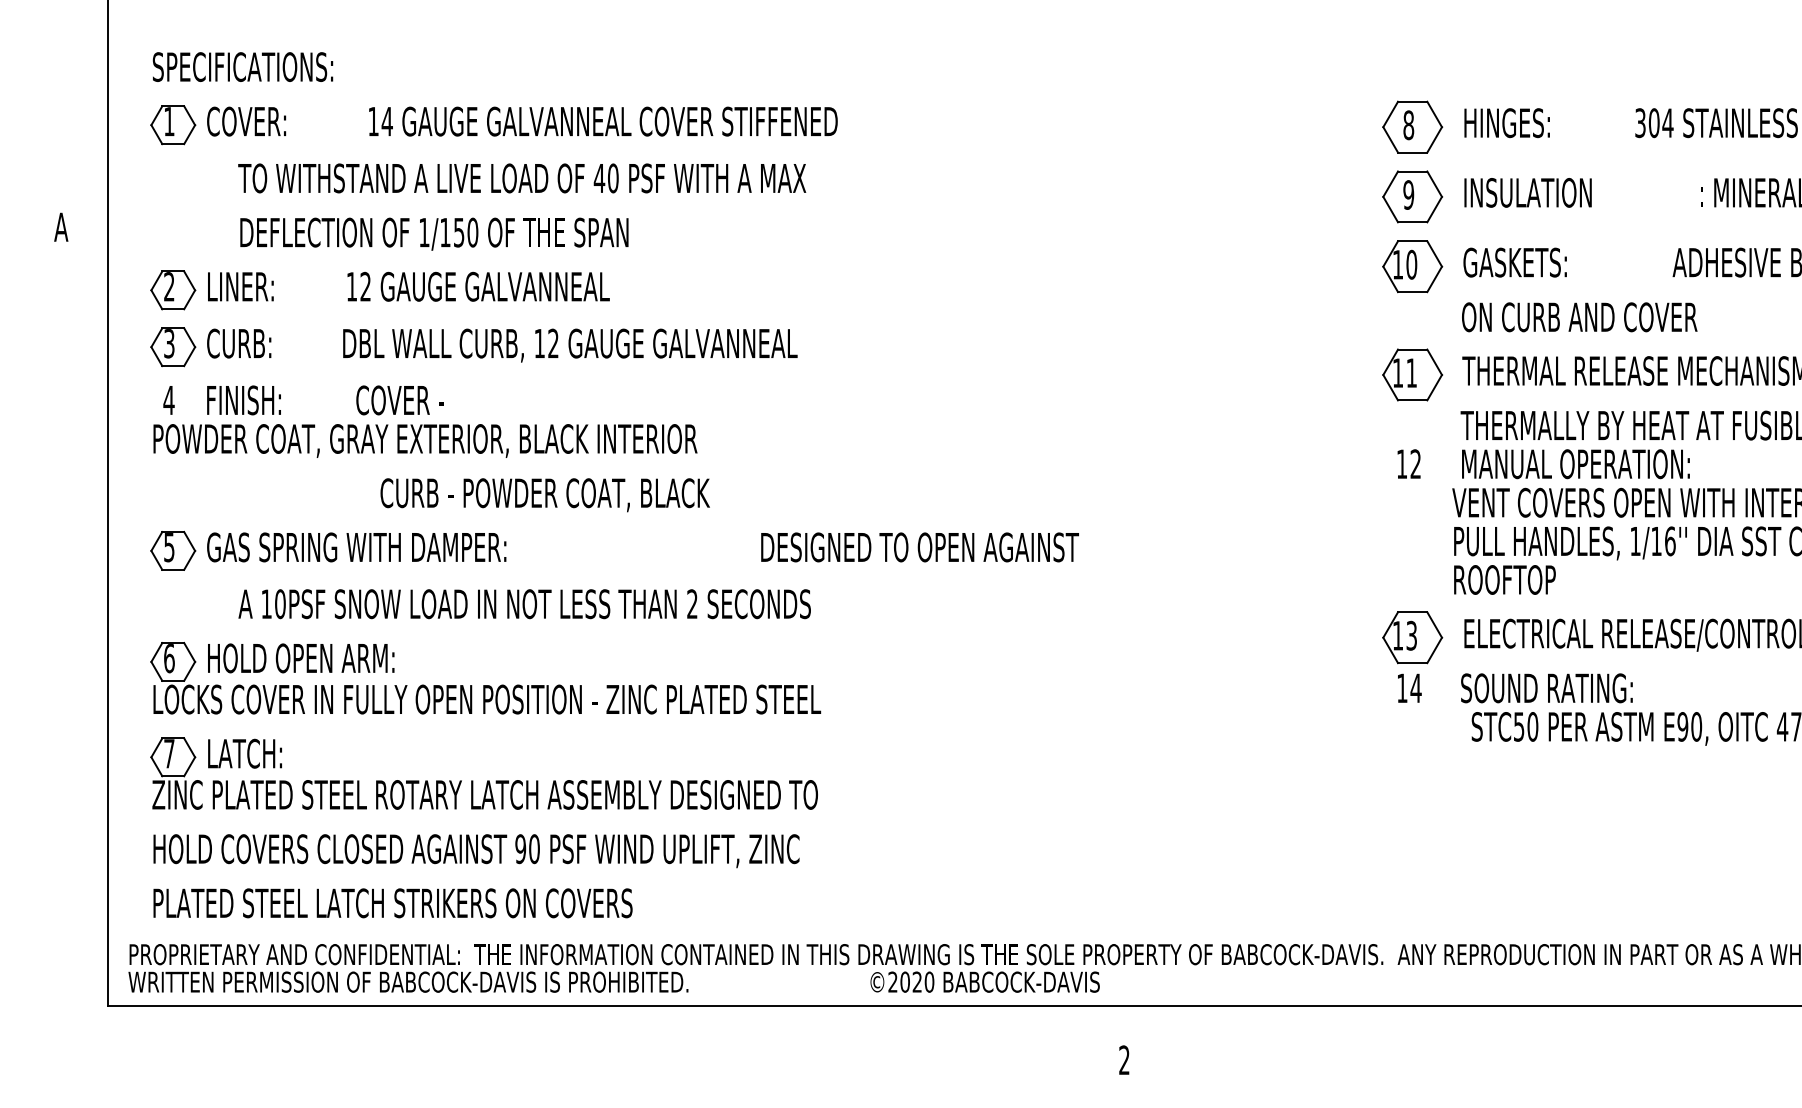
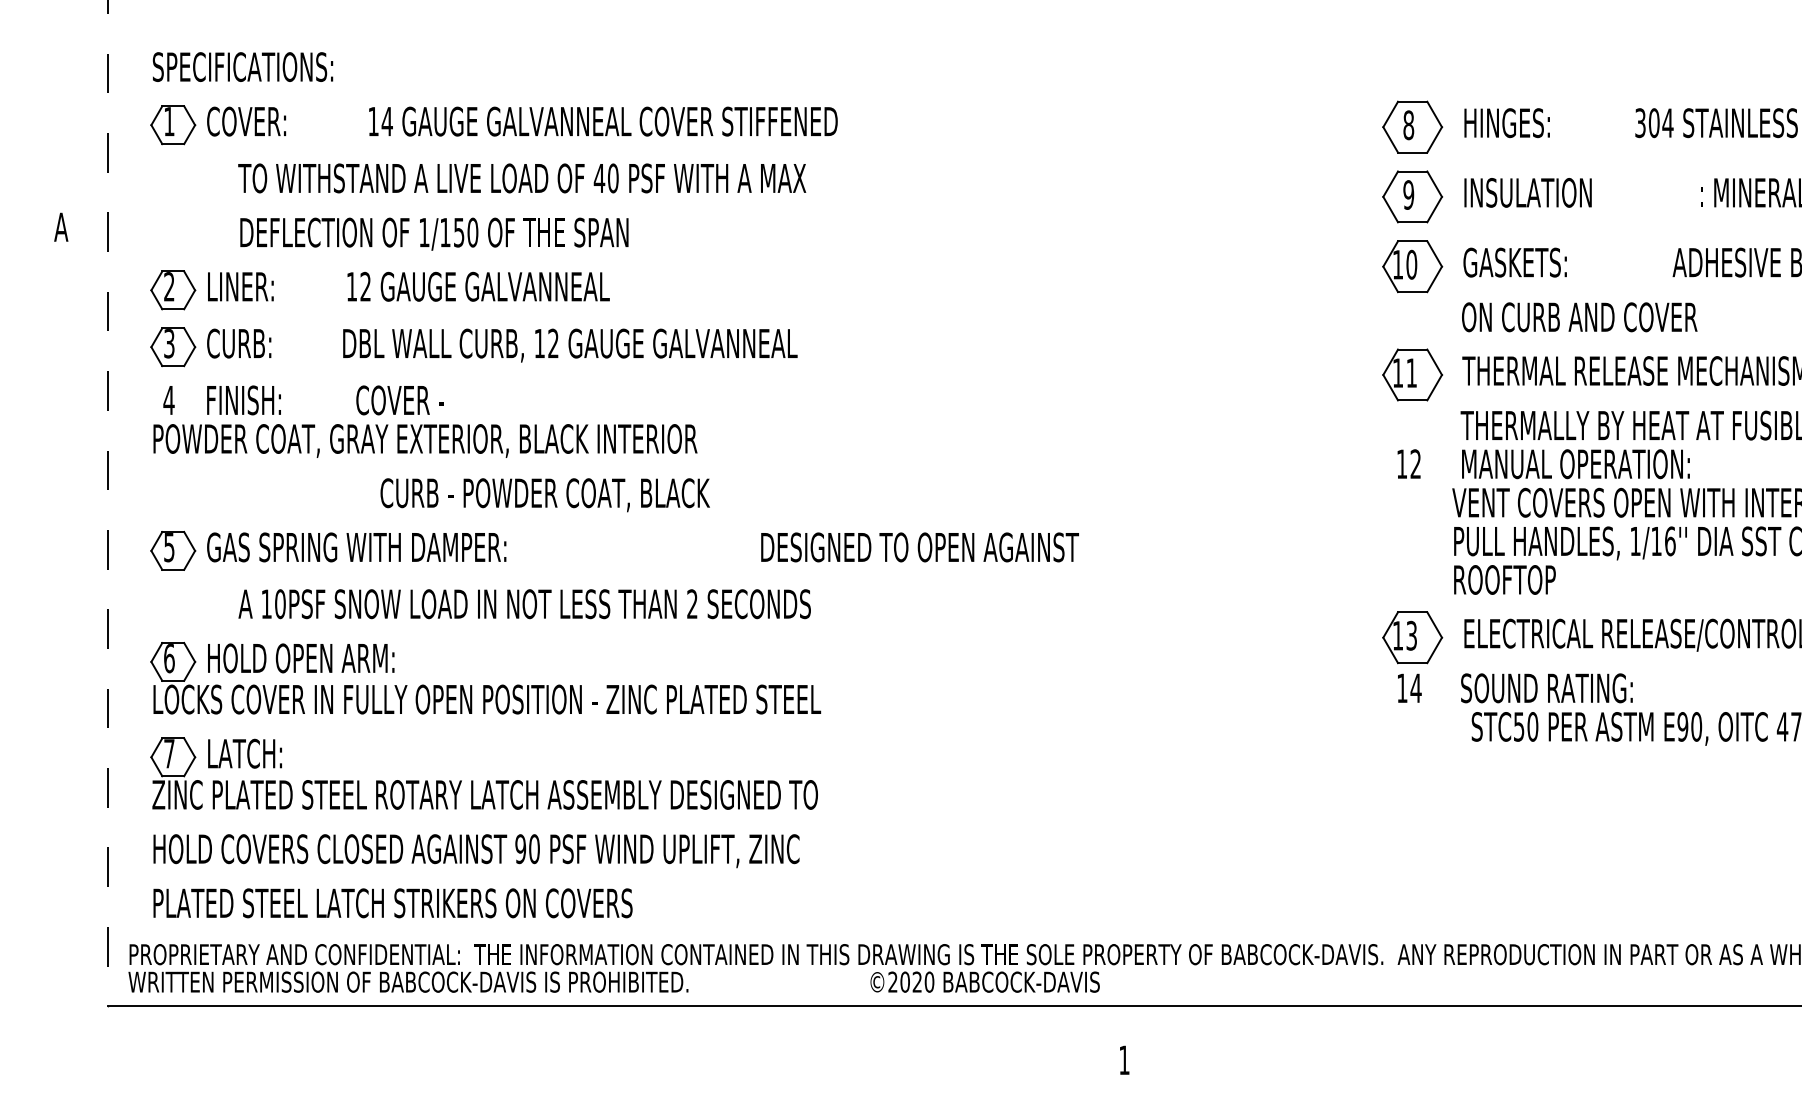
line at (107, 503): solid -> dashed
text at (1124, 1059): 2 -> 1
